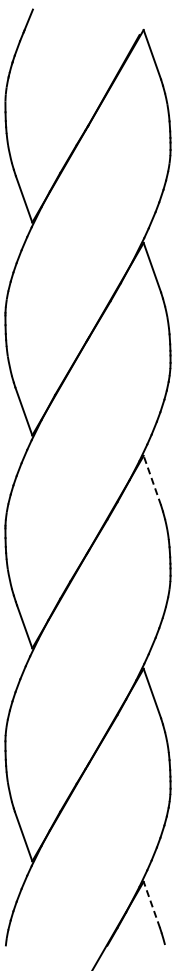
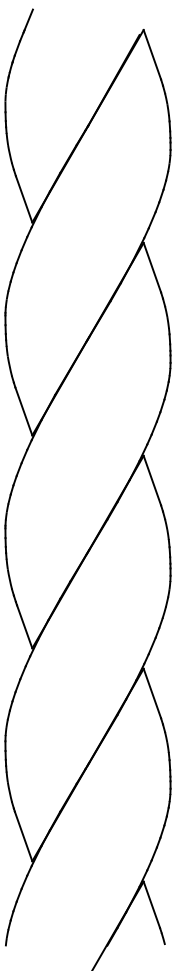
line at (152, 480): dashed -> solid
line at (151, 904): dashed -> solid
